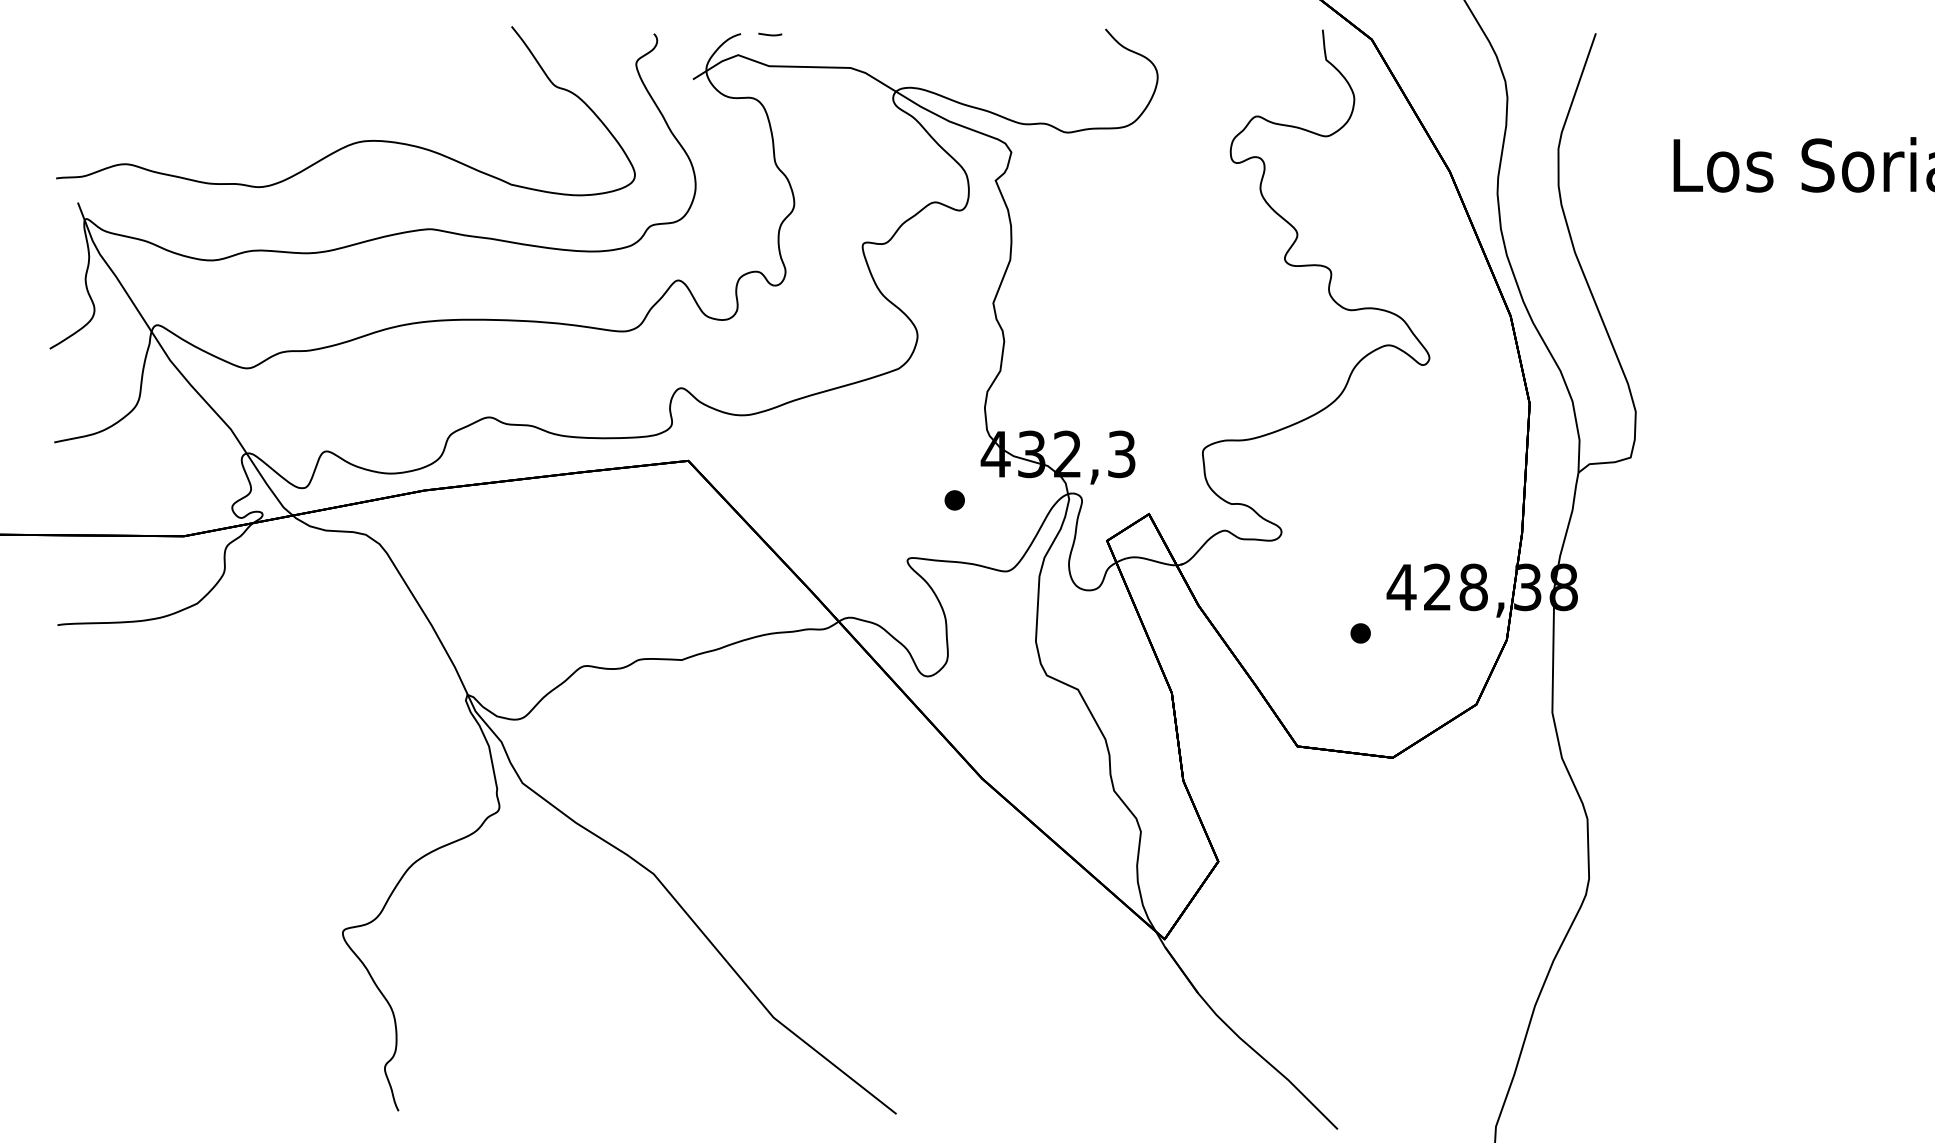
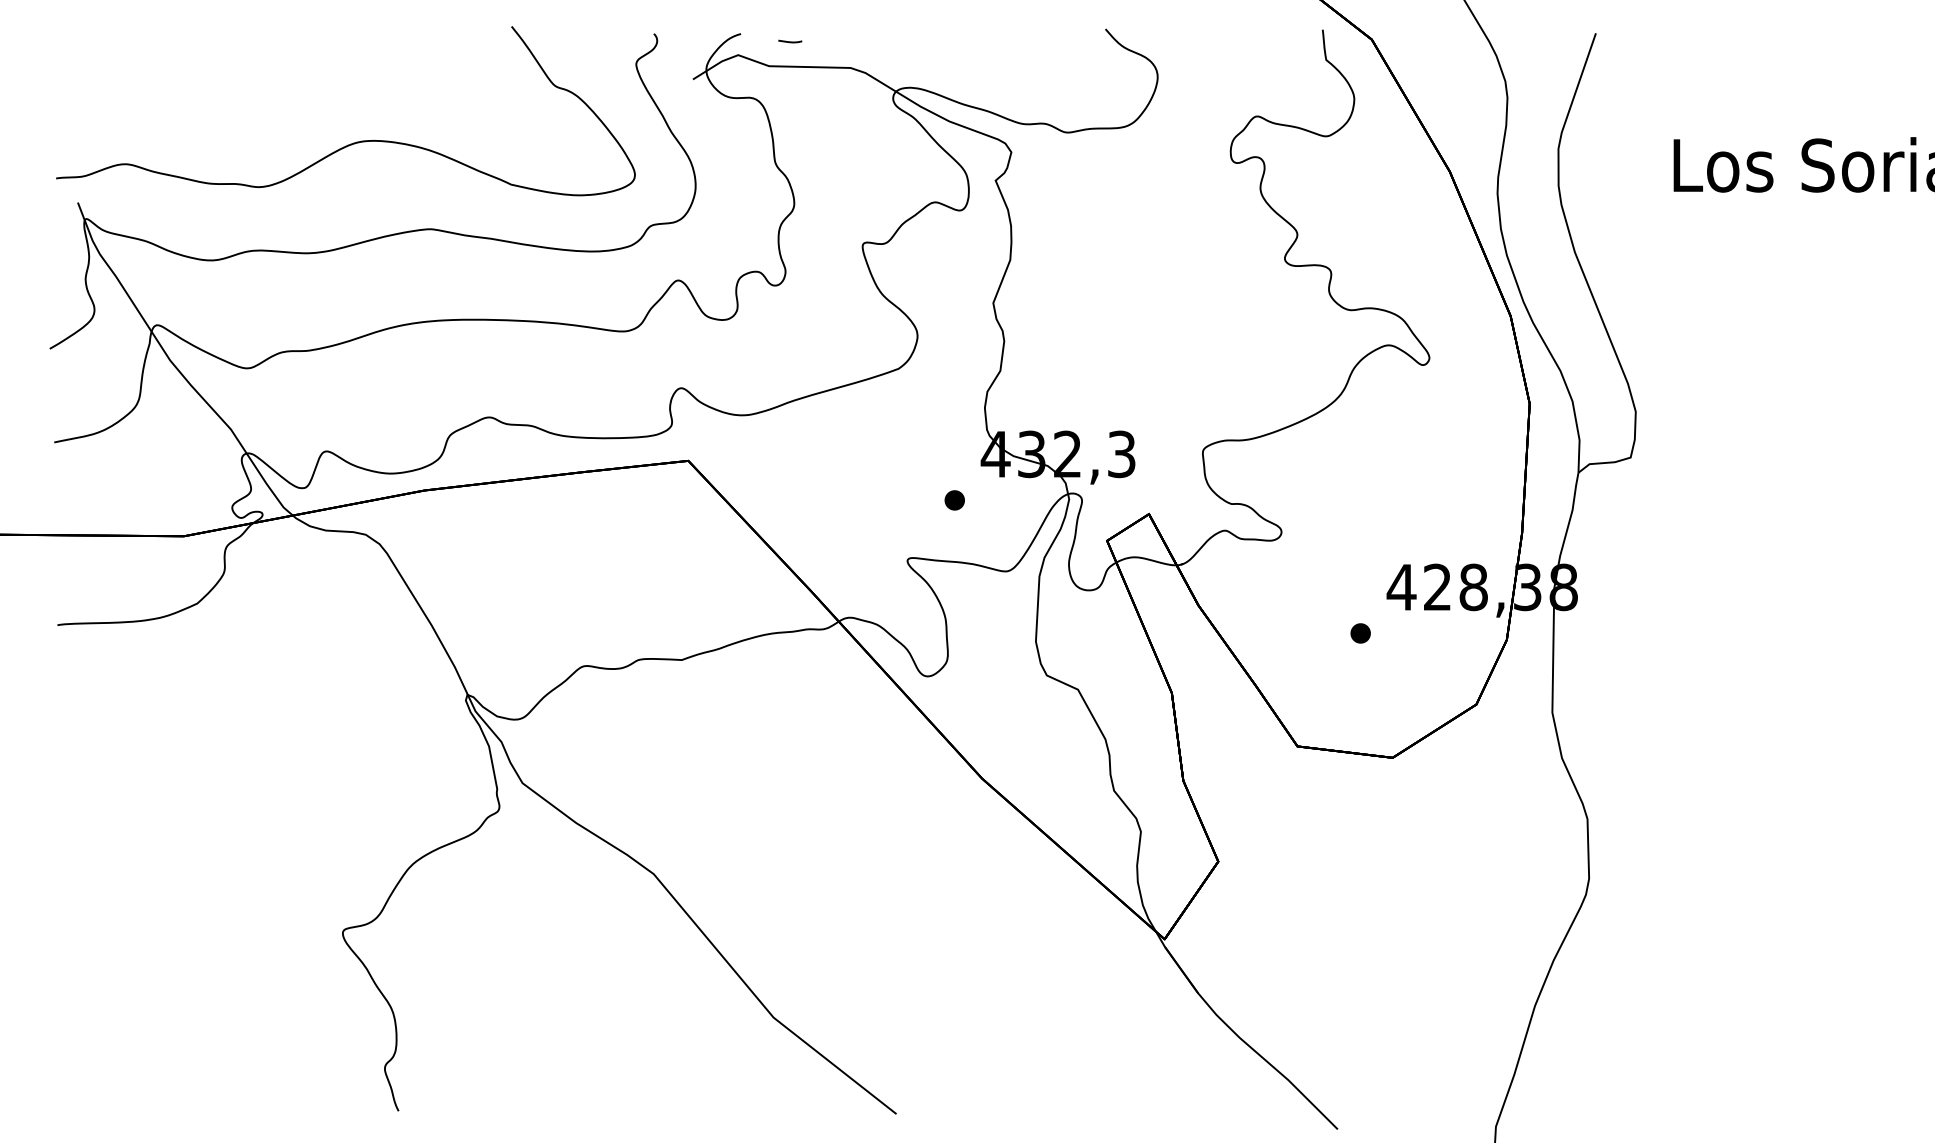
curve at (770, 34) position: (770, 34) -> (790, 41)
